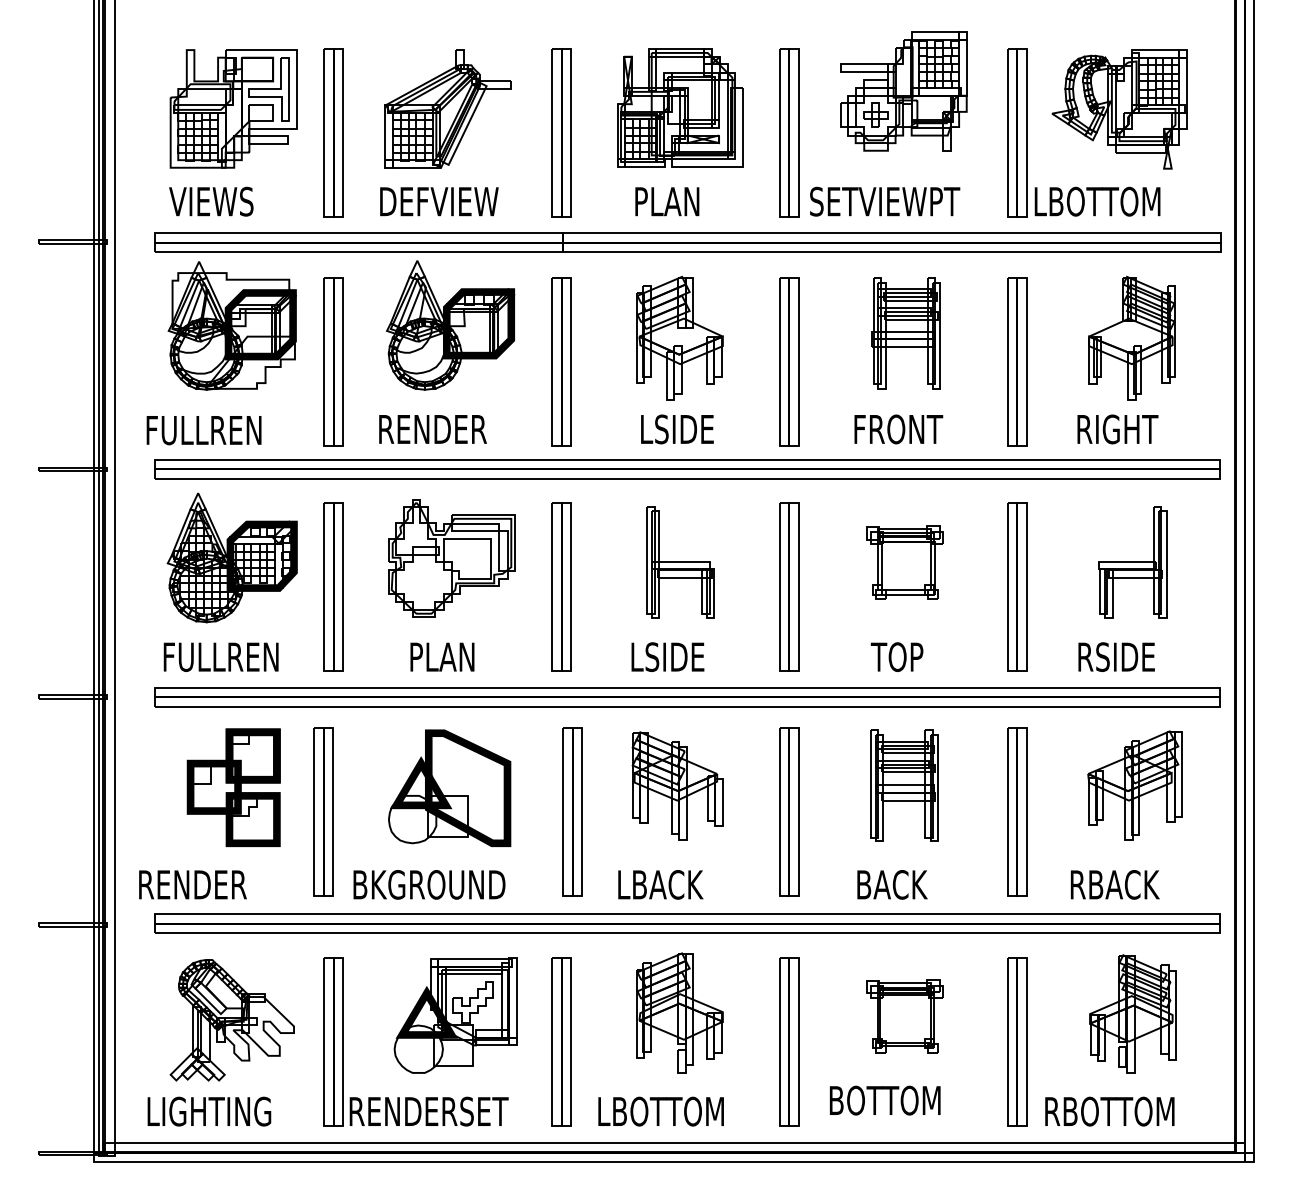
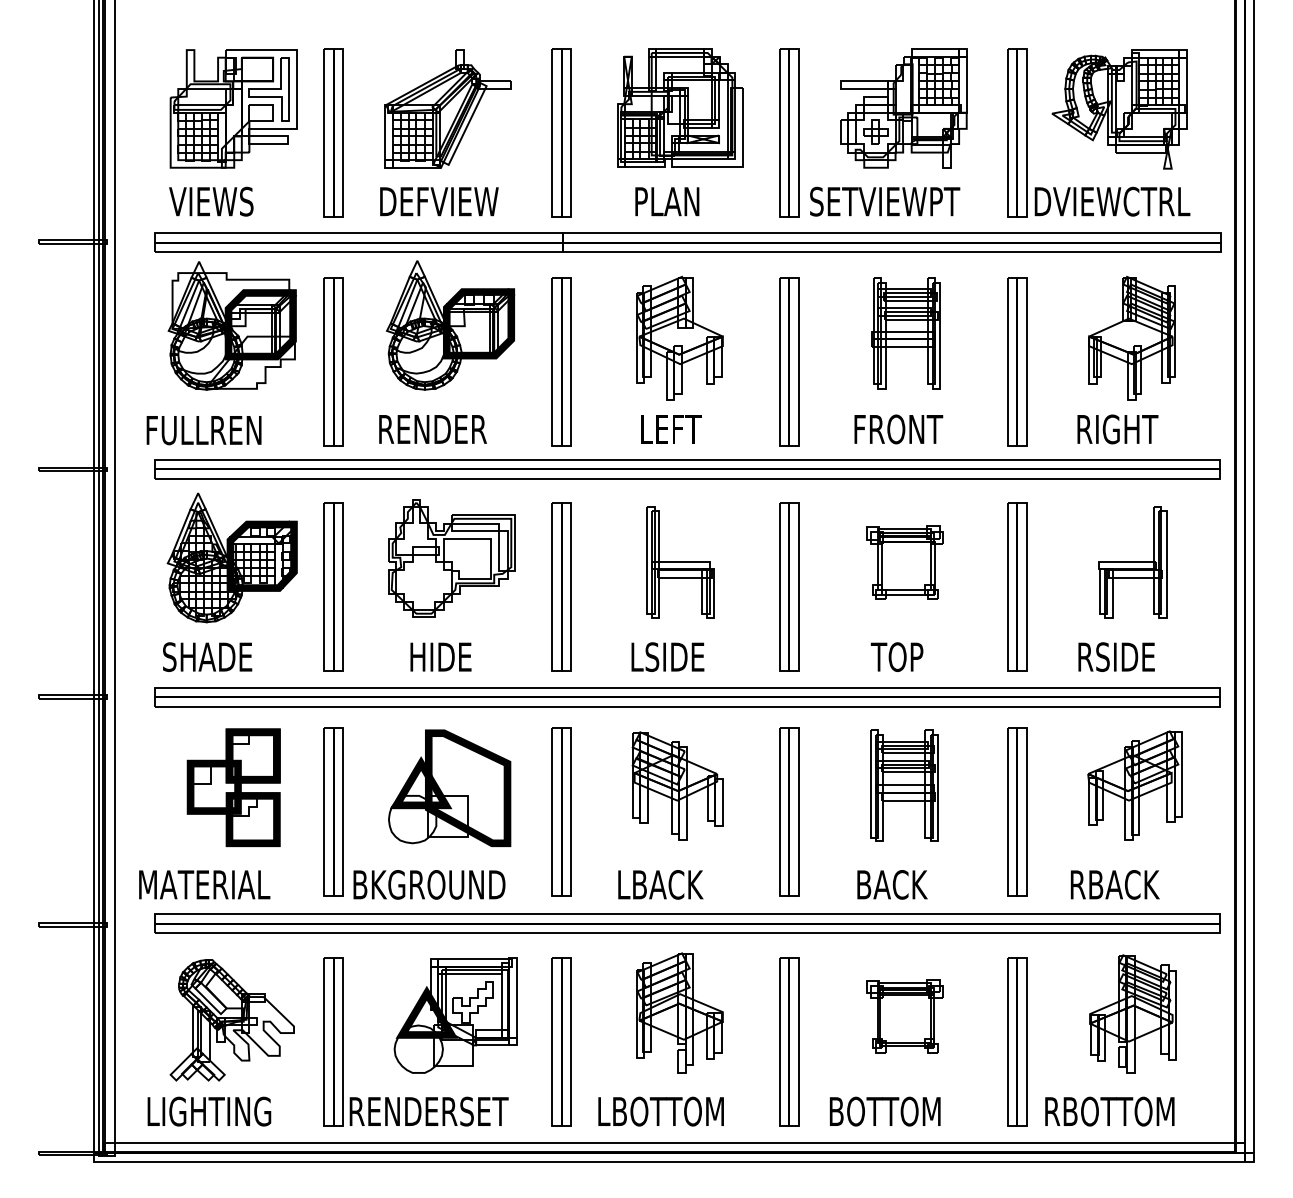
part at (903, 91) position: (903, 91) -> (903, 108)
text at (1113, 201): LBOTTOM -> DVIEWCTRL
text at (677, 429): LSIDE -> LEFT
text at (443, 656): PLAN -> HIDE
text at (220, 657): FULLREN -> SHADE
part at (323, 811) position: (323, 811) -> (333, 811)
part at (572, 811) position: (572, 811) -> (561, 811)
text at (205, 884): RENDER -> MATERIAL
text at (884, 1100) position: (884, 1100) -> (884, 1111)
